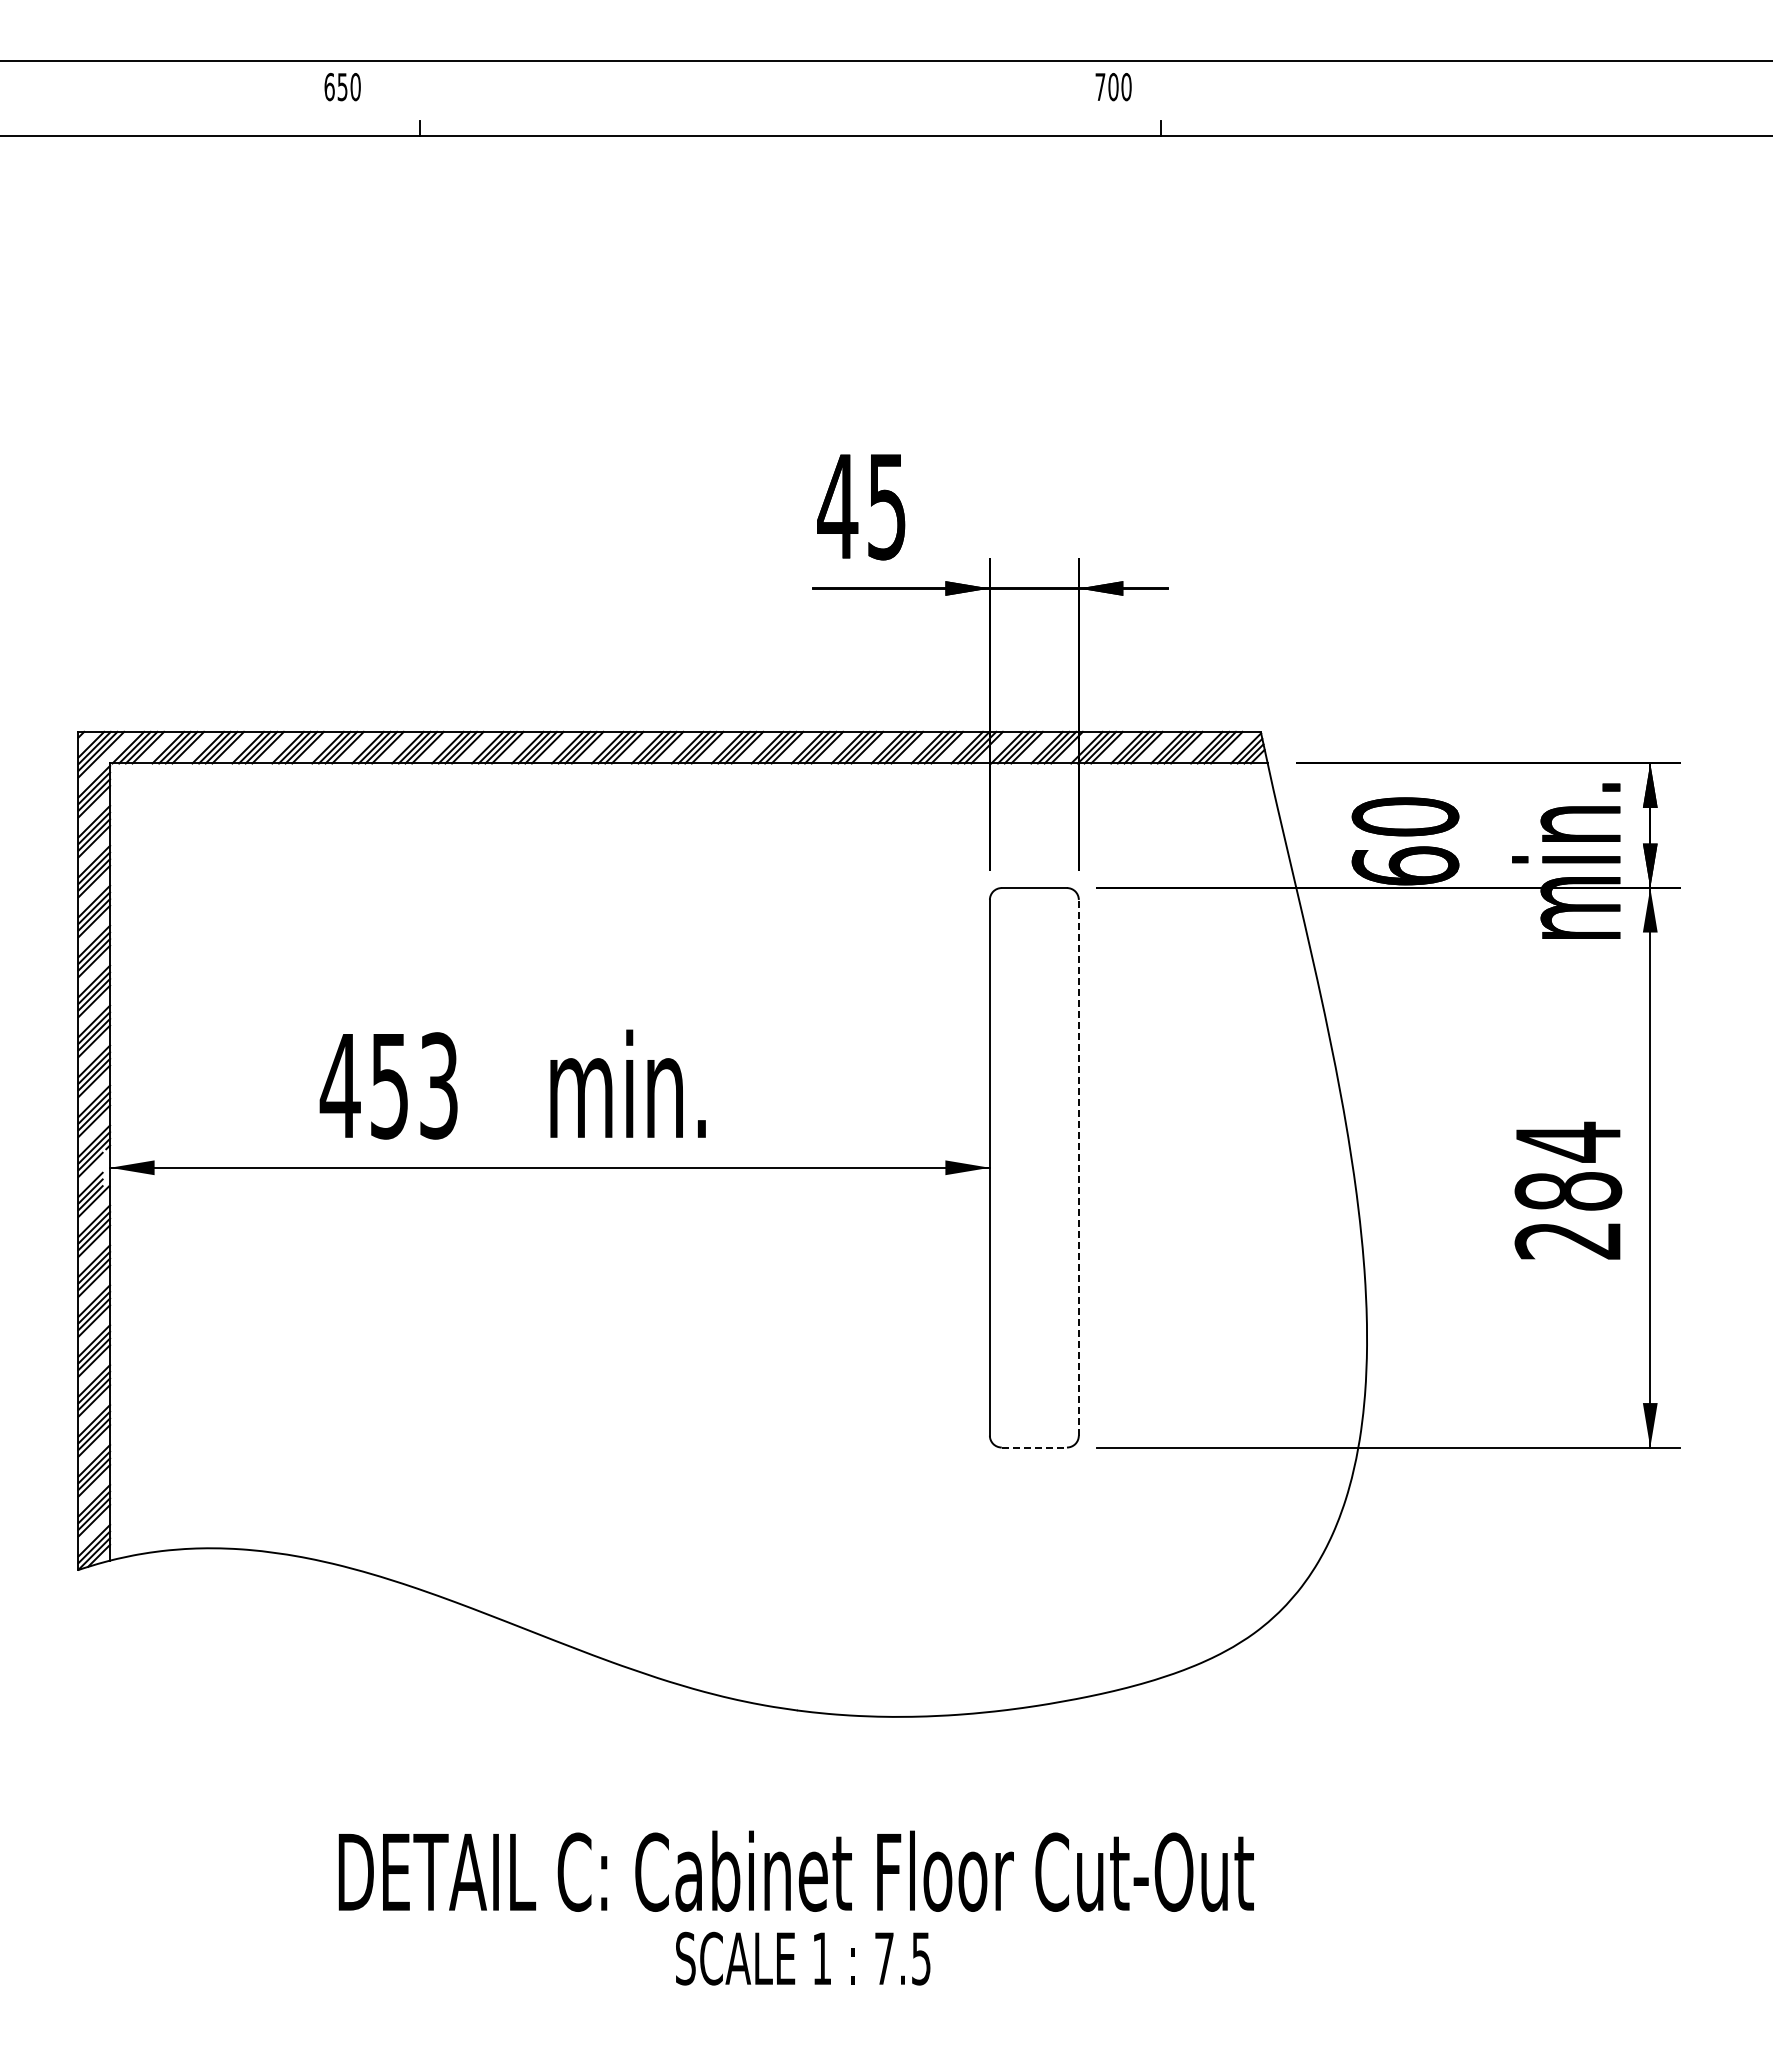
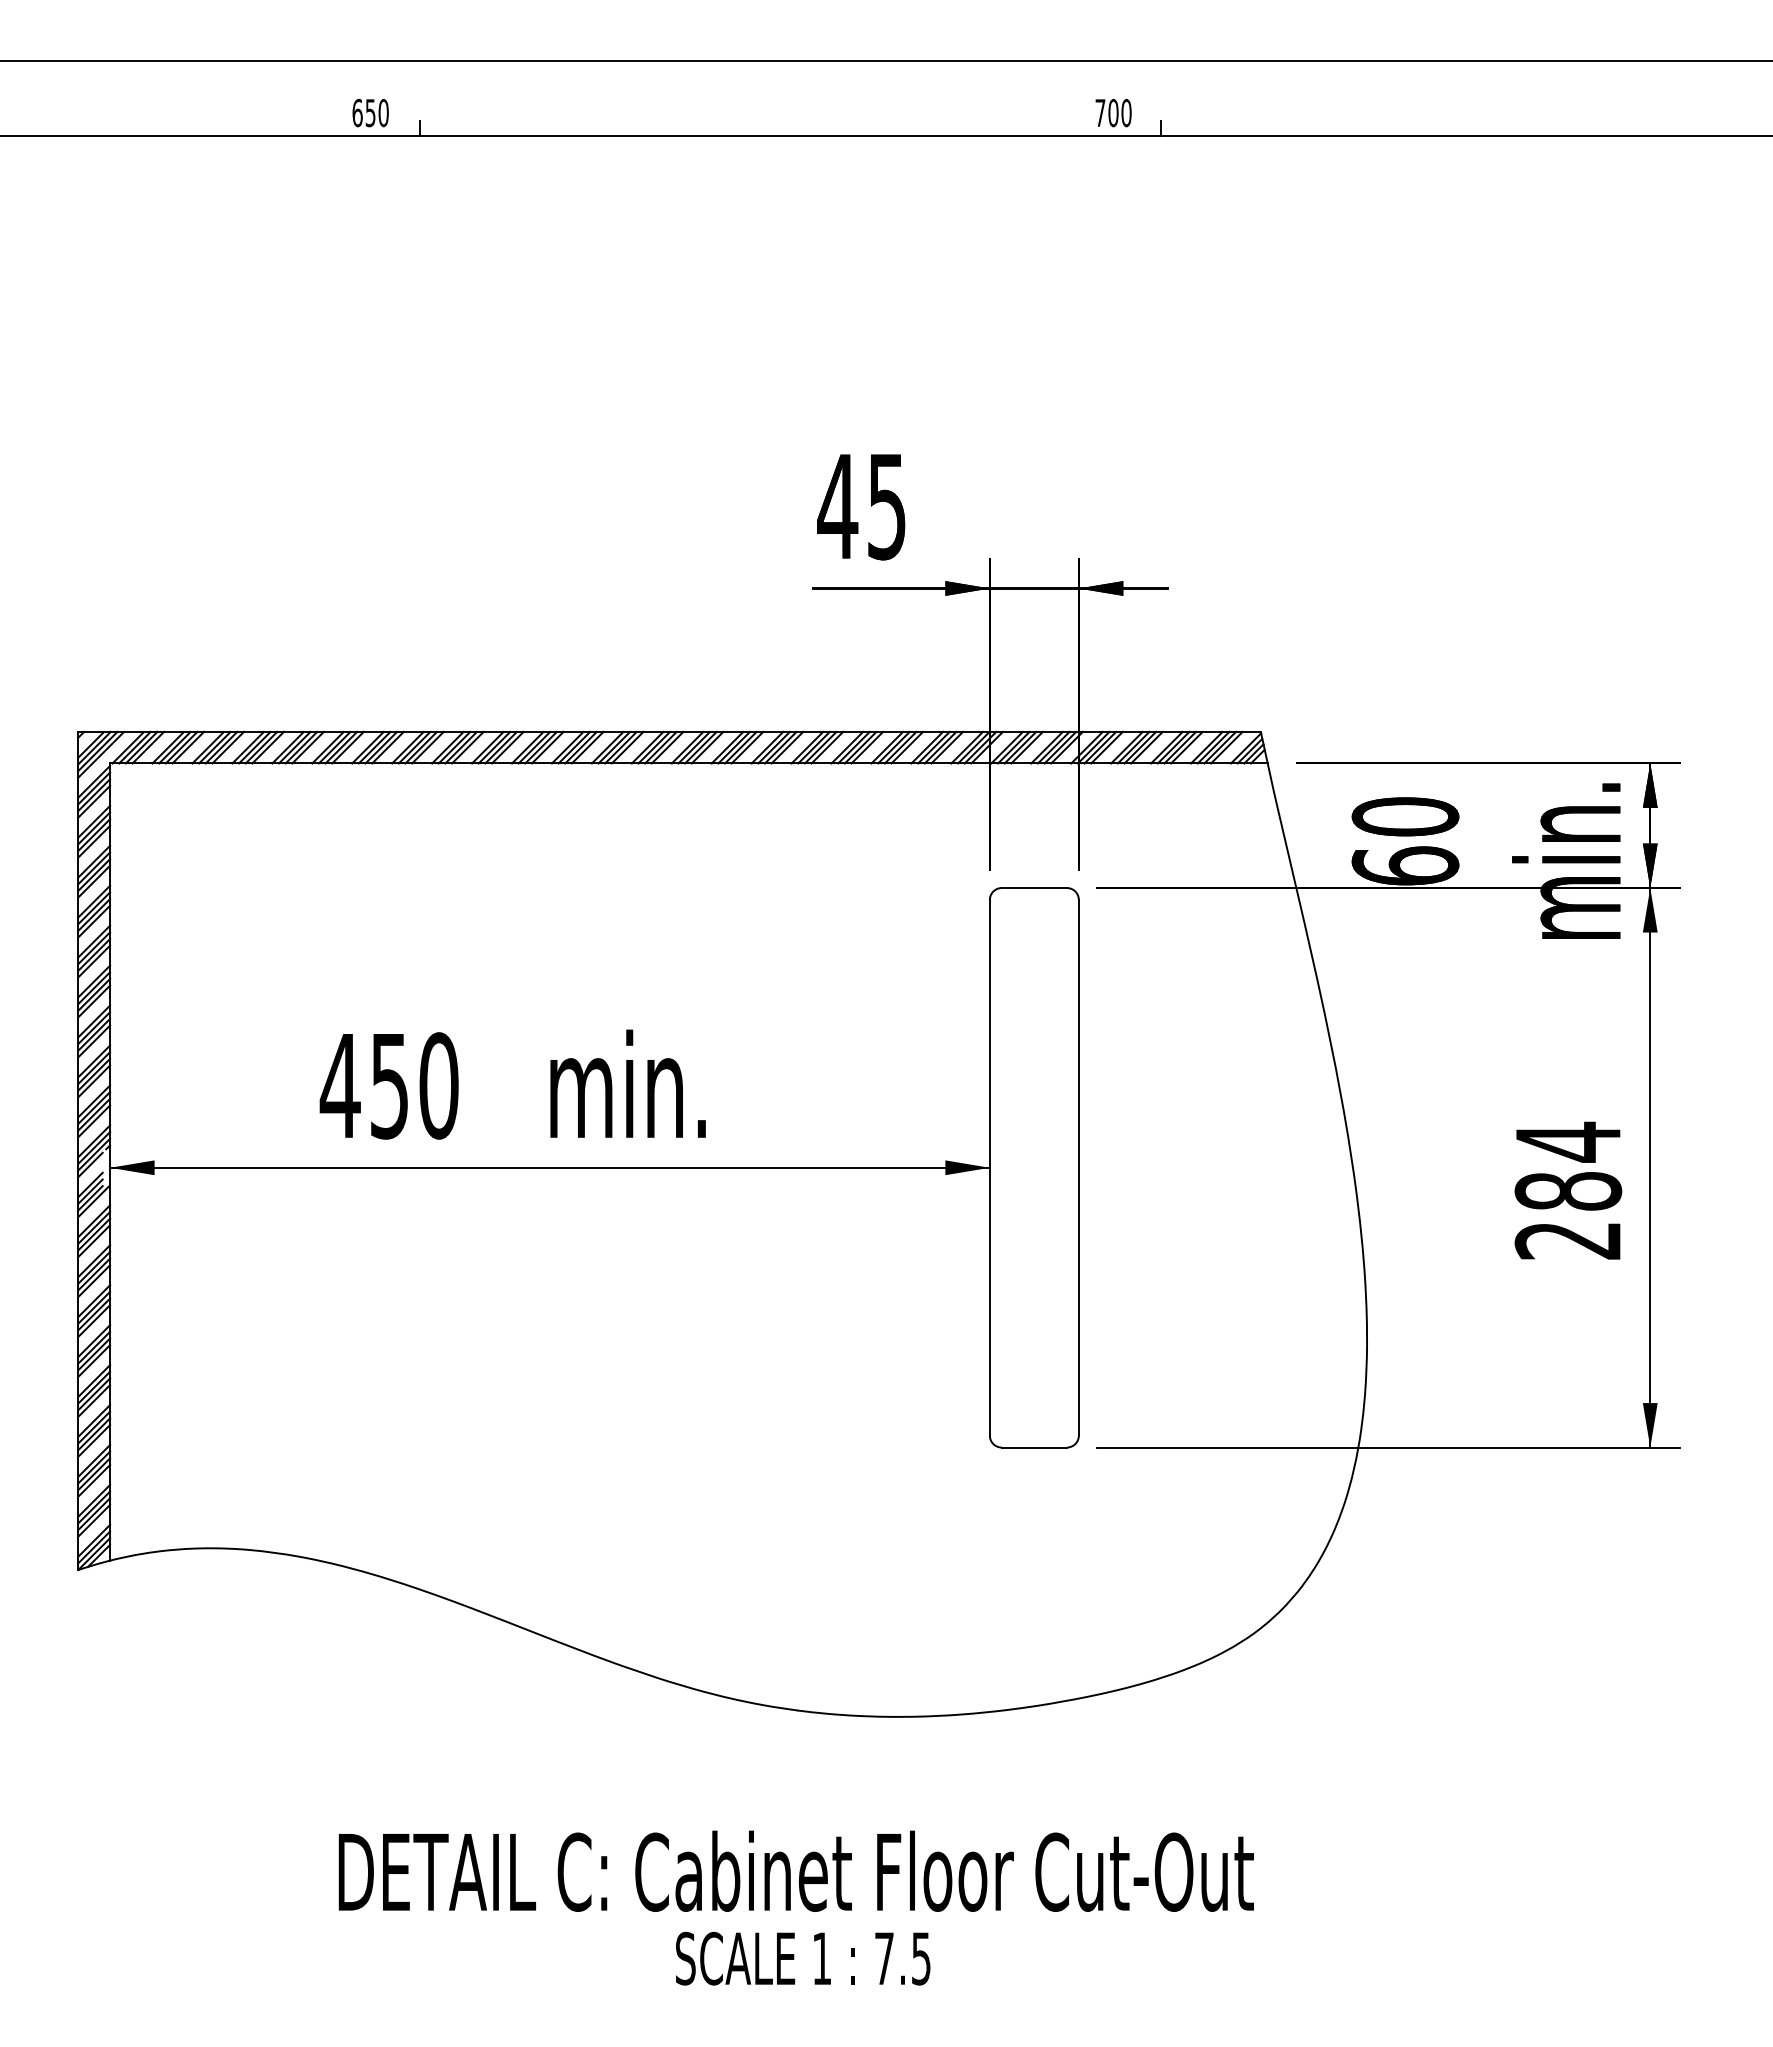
text at (342, 87) position: (342, 87) -> (370, 113)
text at (1113, 87) position: (1113, 87) -> (1113, 113)
text at (438, 1085): 453 -> 450
line at (1078, 1167): dashed -> solid
line at (1034, 1447): dashed -> solid
